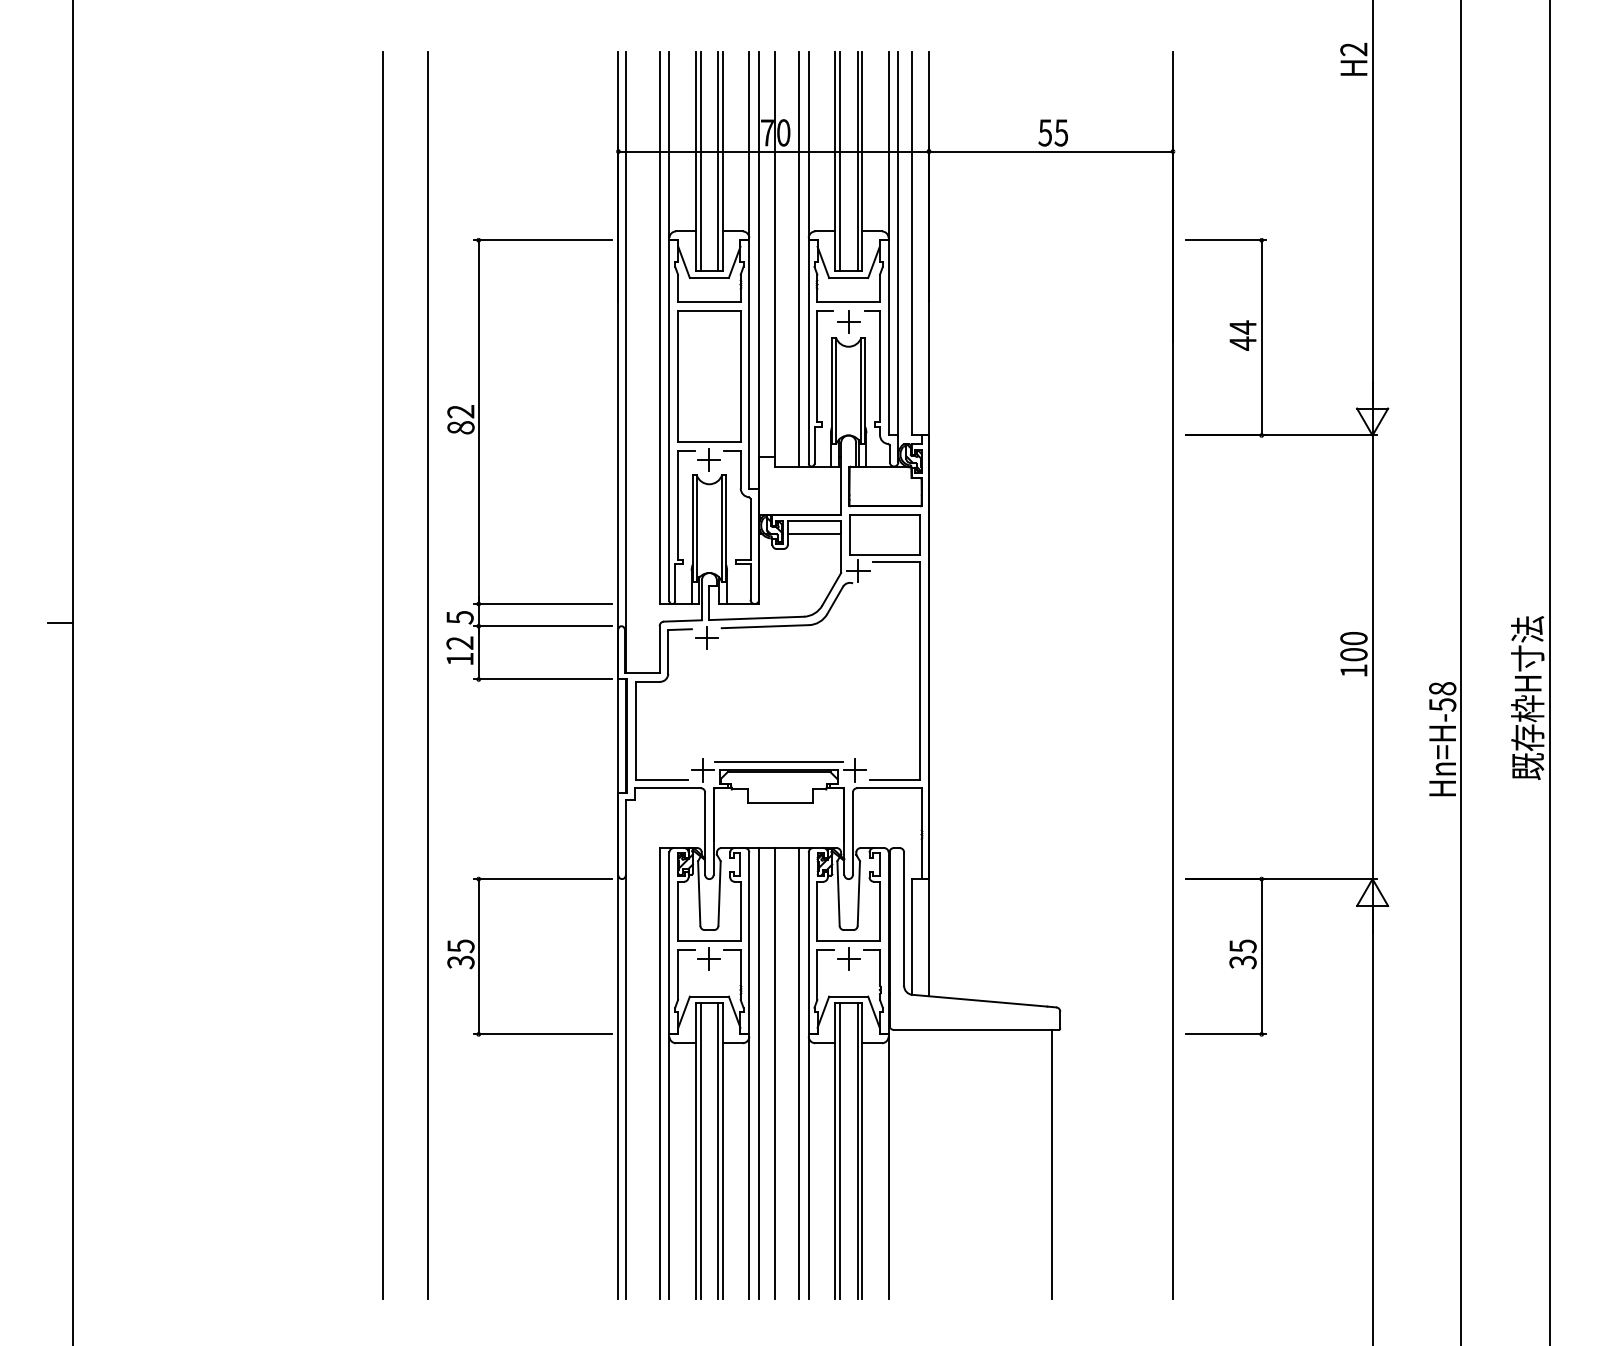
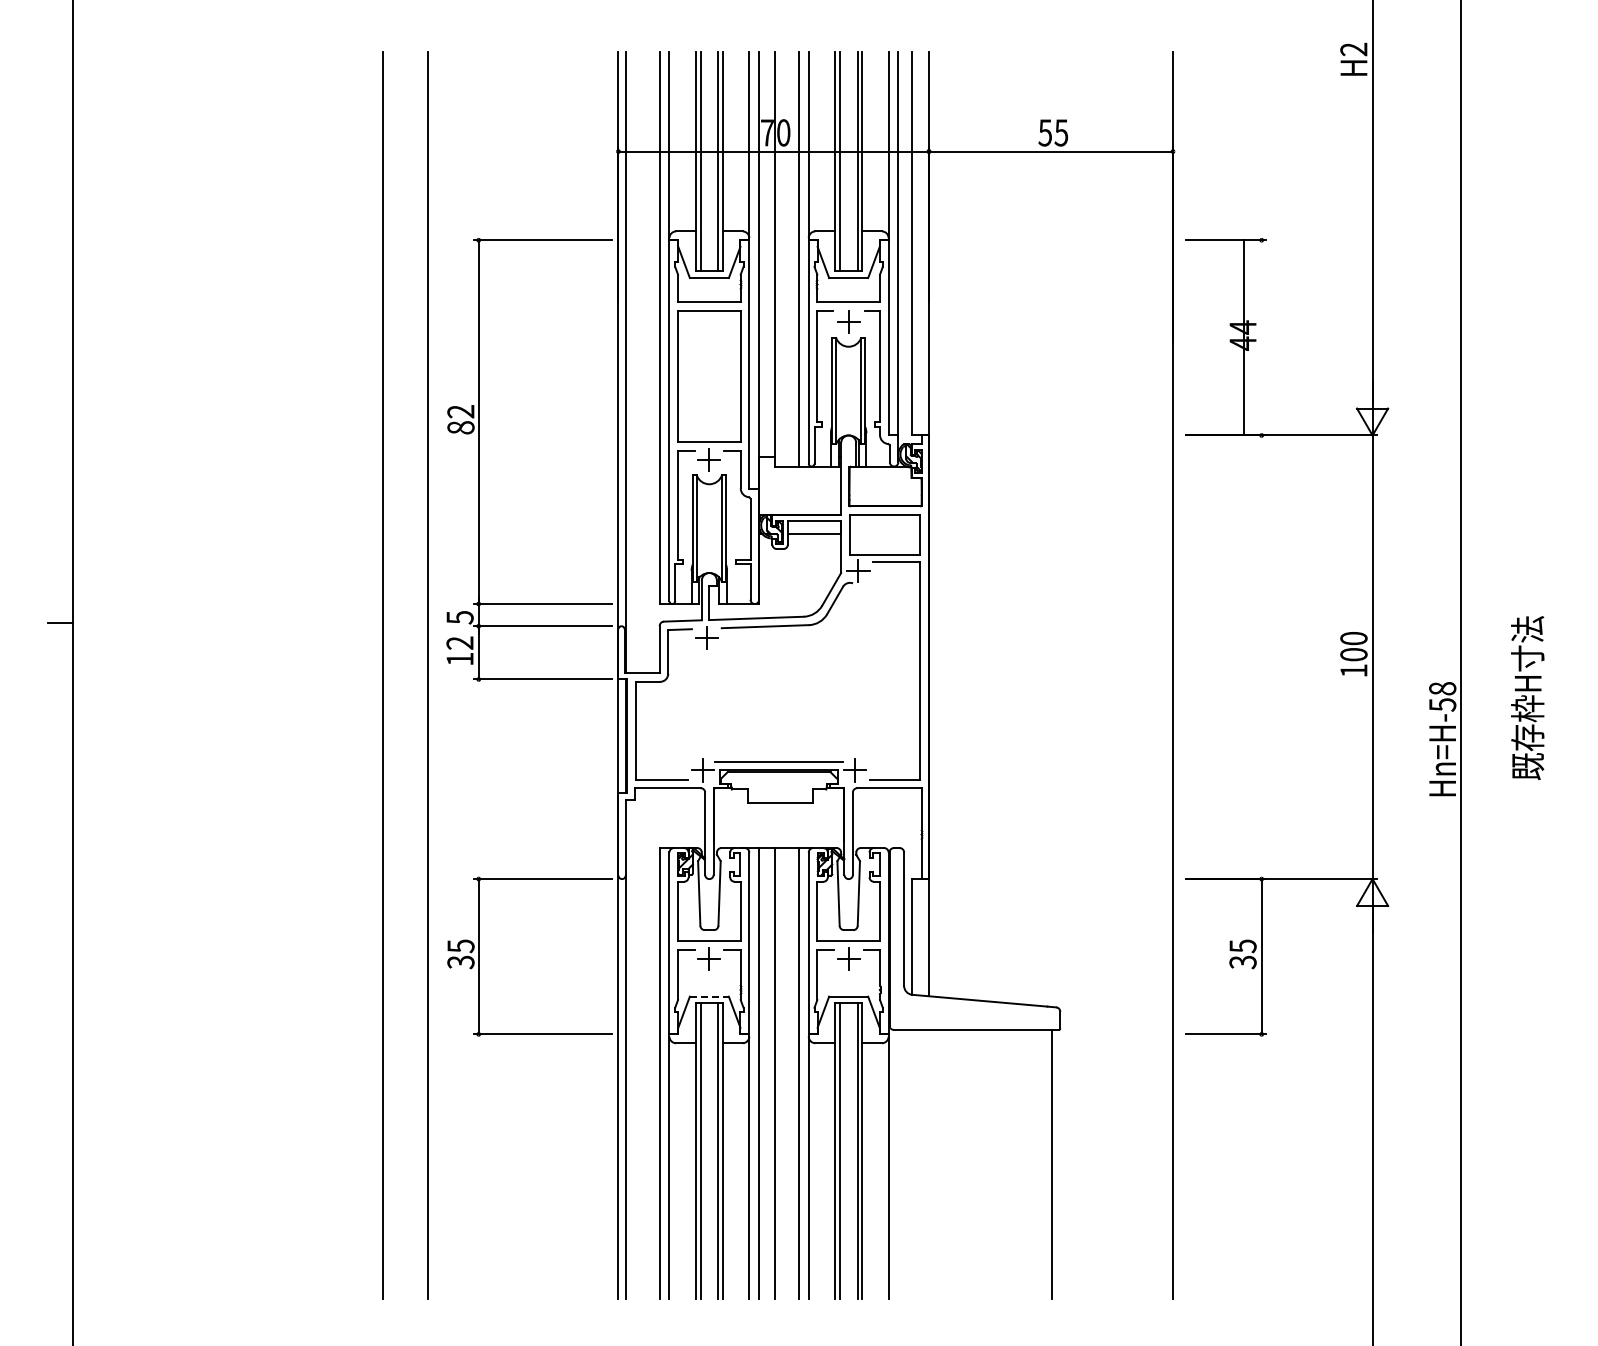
line at (1261, 337) position: (1261, 337) -> (1243, 337)
line at (1550, 672): present -> none
line at (709, 996): solid -> dashed
